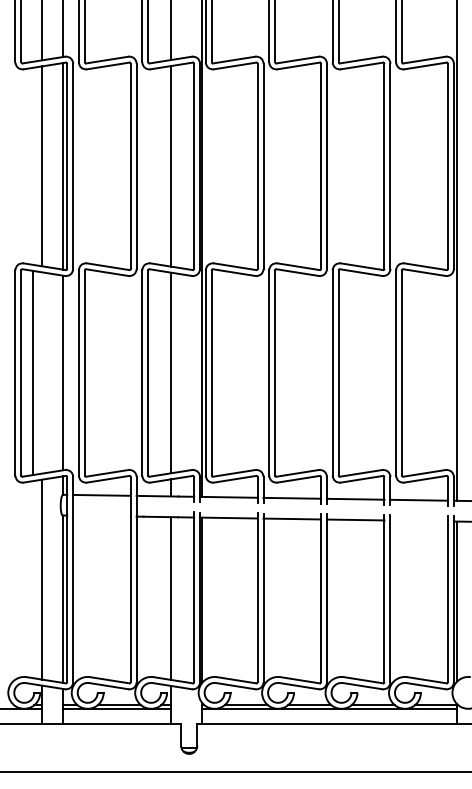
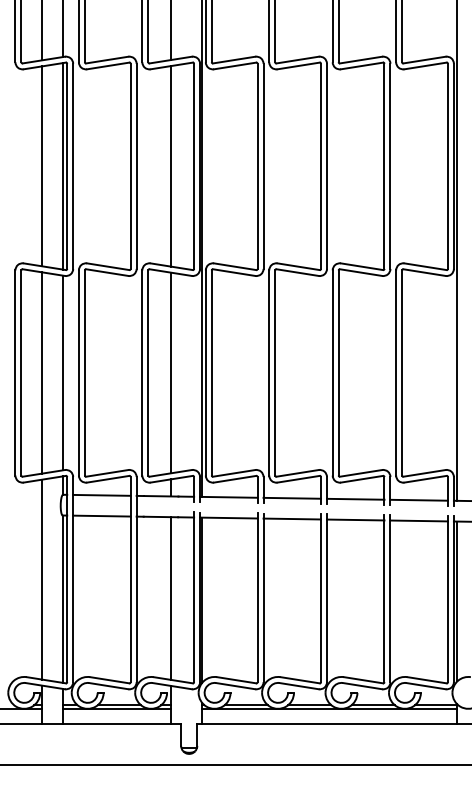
line at (33, 372) position: (33, 372) -> (42, 372)
line at (101, 515): none -> present
line at (418, 520): none -> present
line at (235, 772) position: (235, 772) -> (235, 765)
